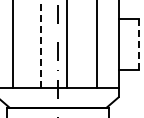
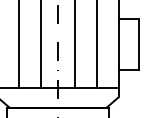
line at (40, 44): dashed -> solid
line at (139, 44): dashed -> solid
line at (13, 45) position: (13, 45) -> (19, 45)
line at (67, 45) position: (67, 45) -> (75, 45)
